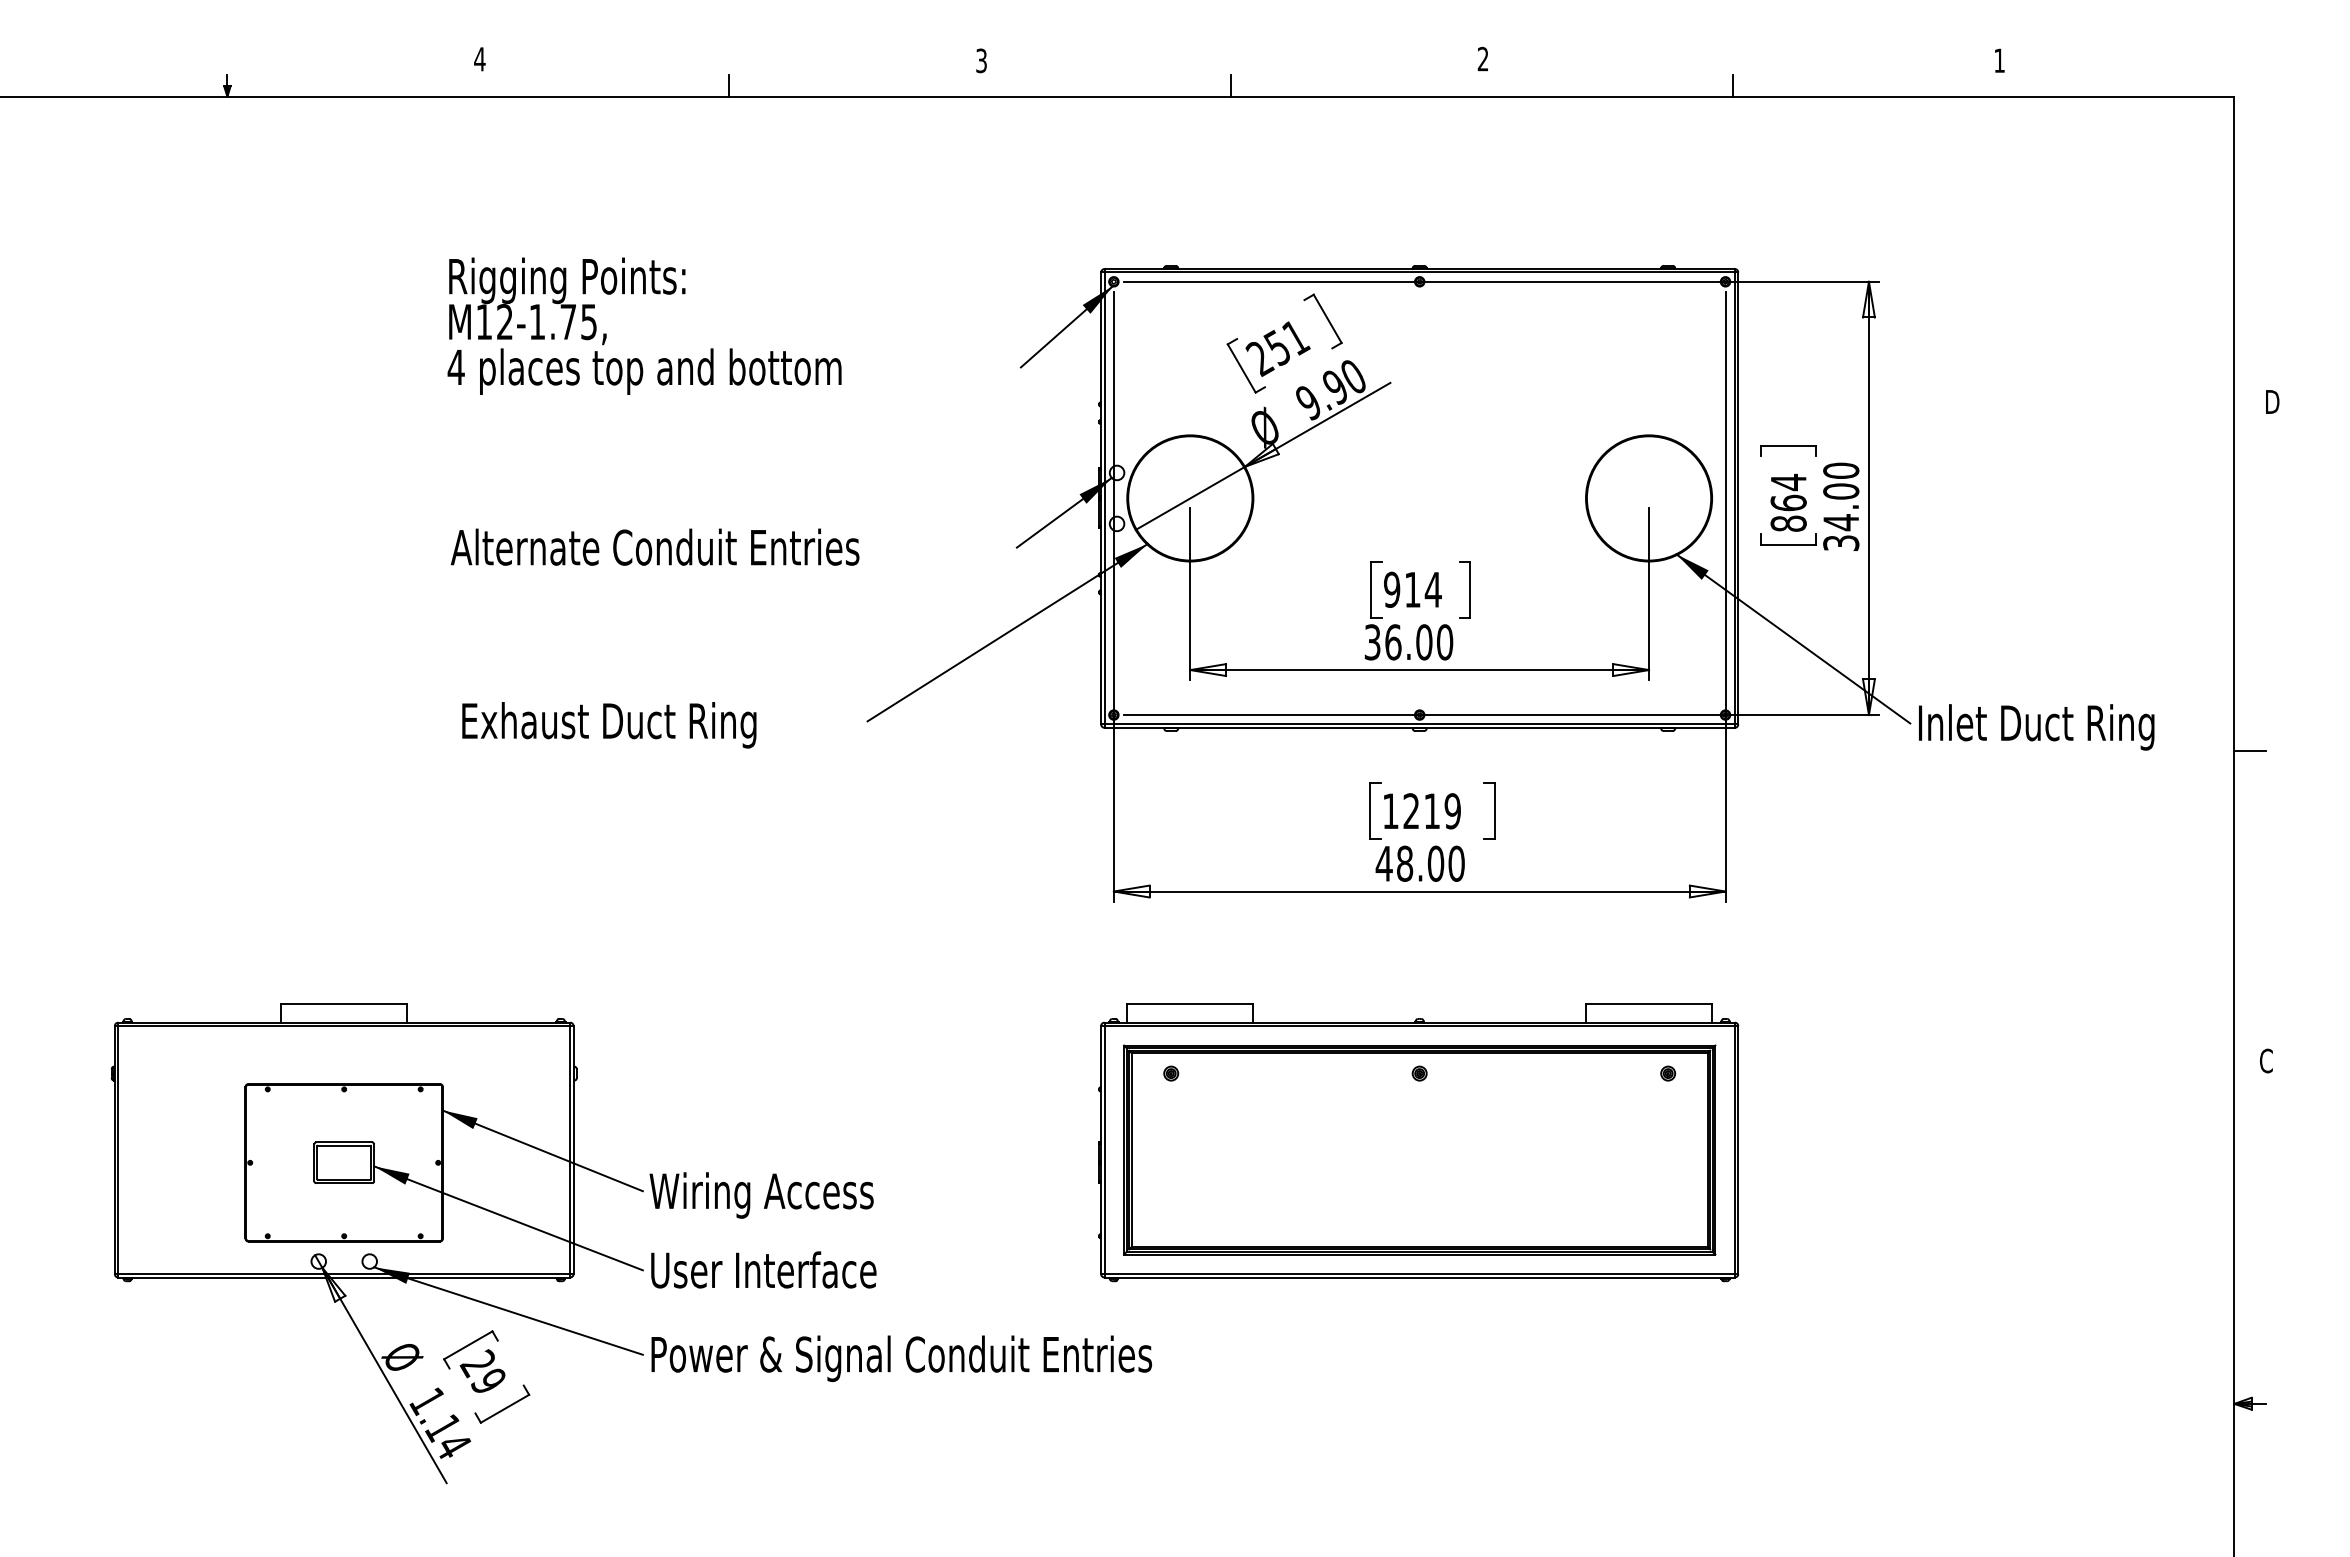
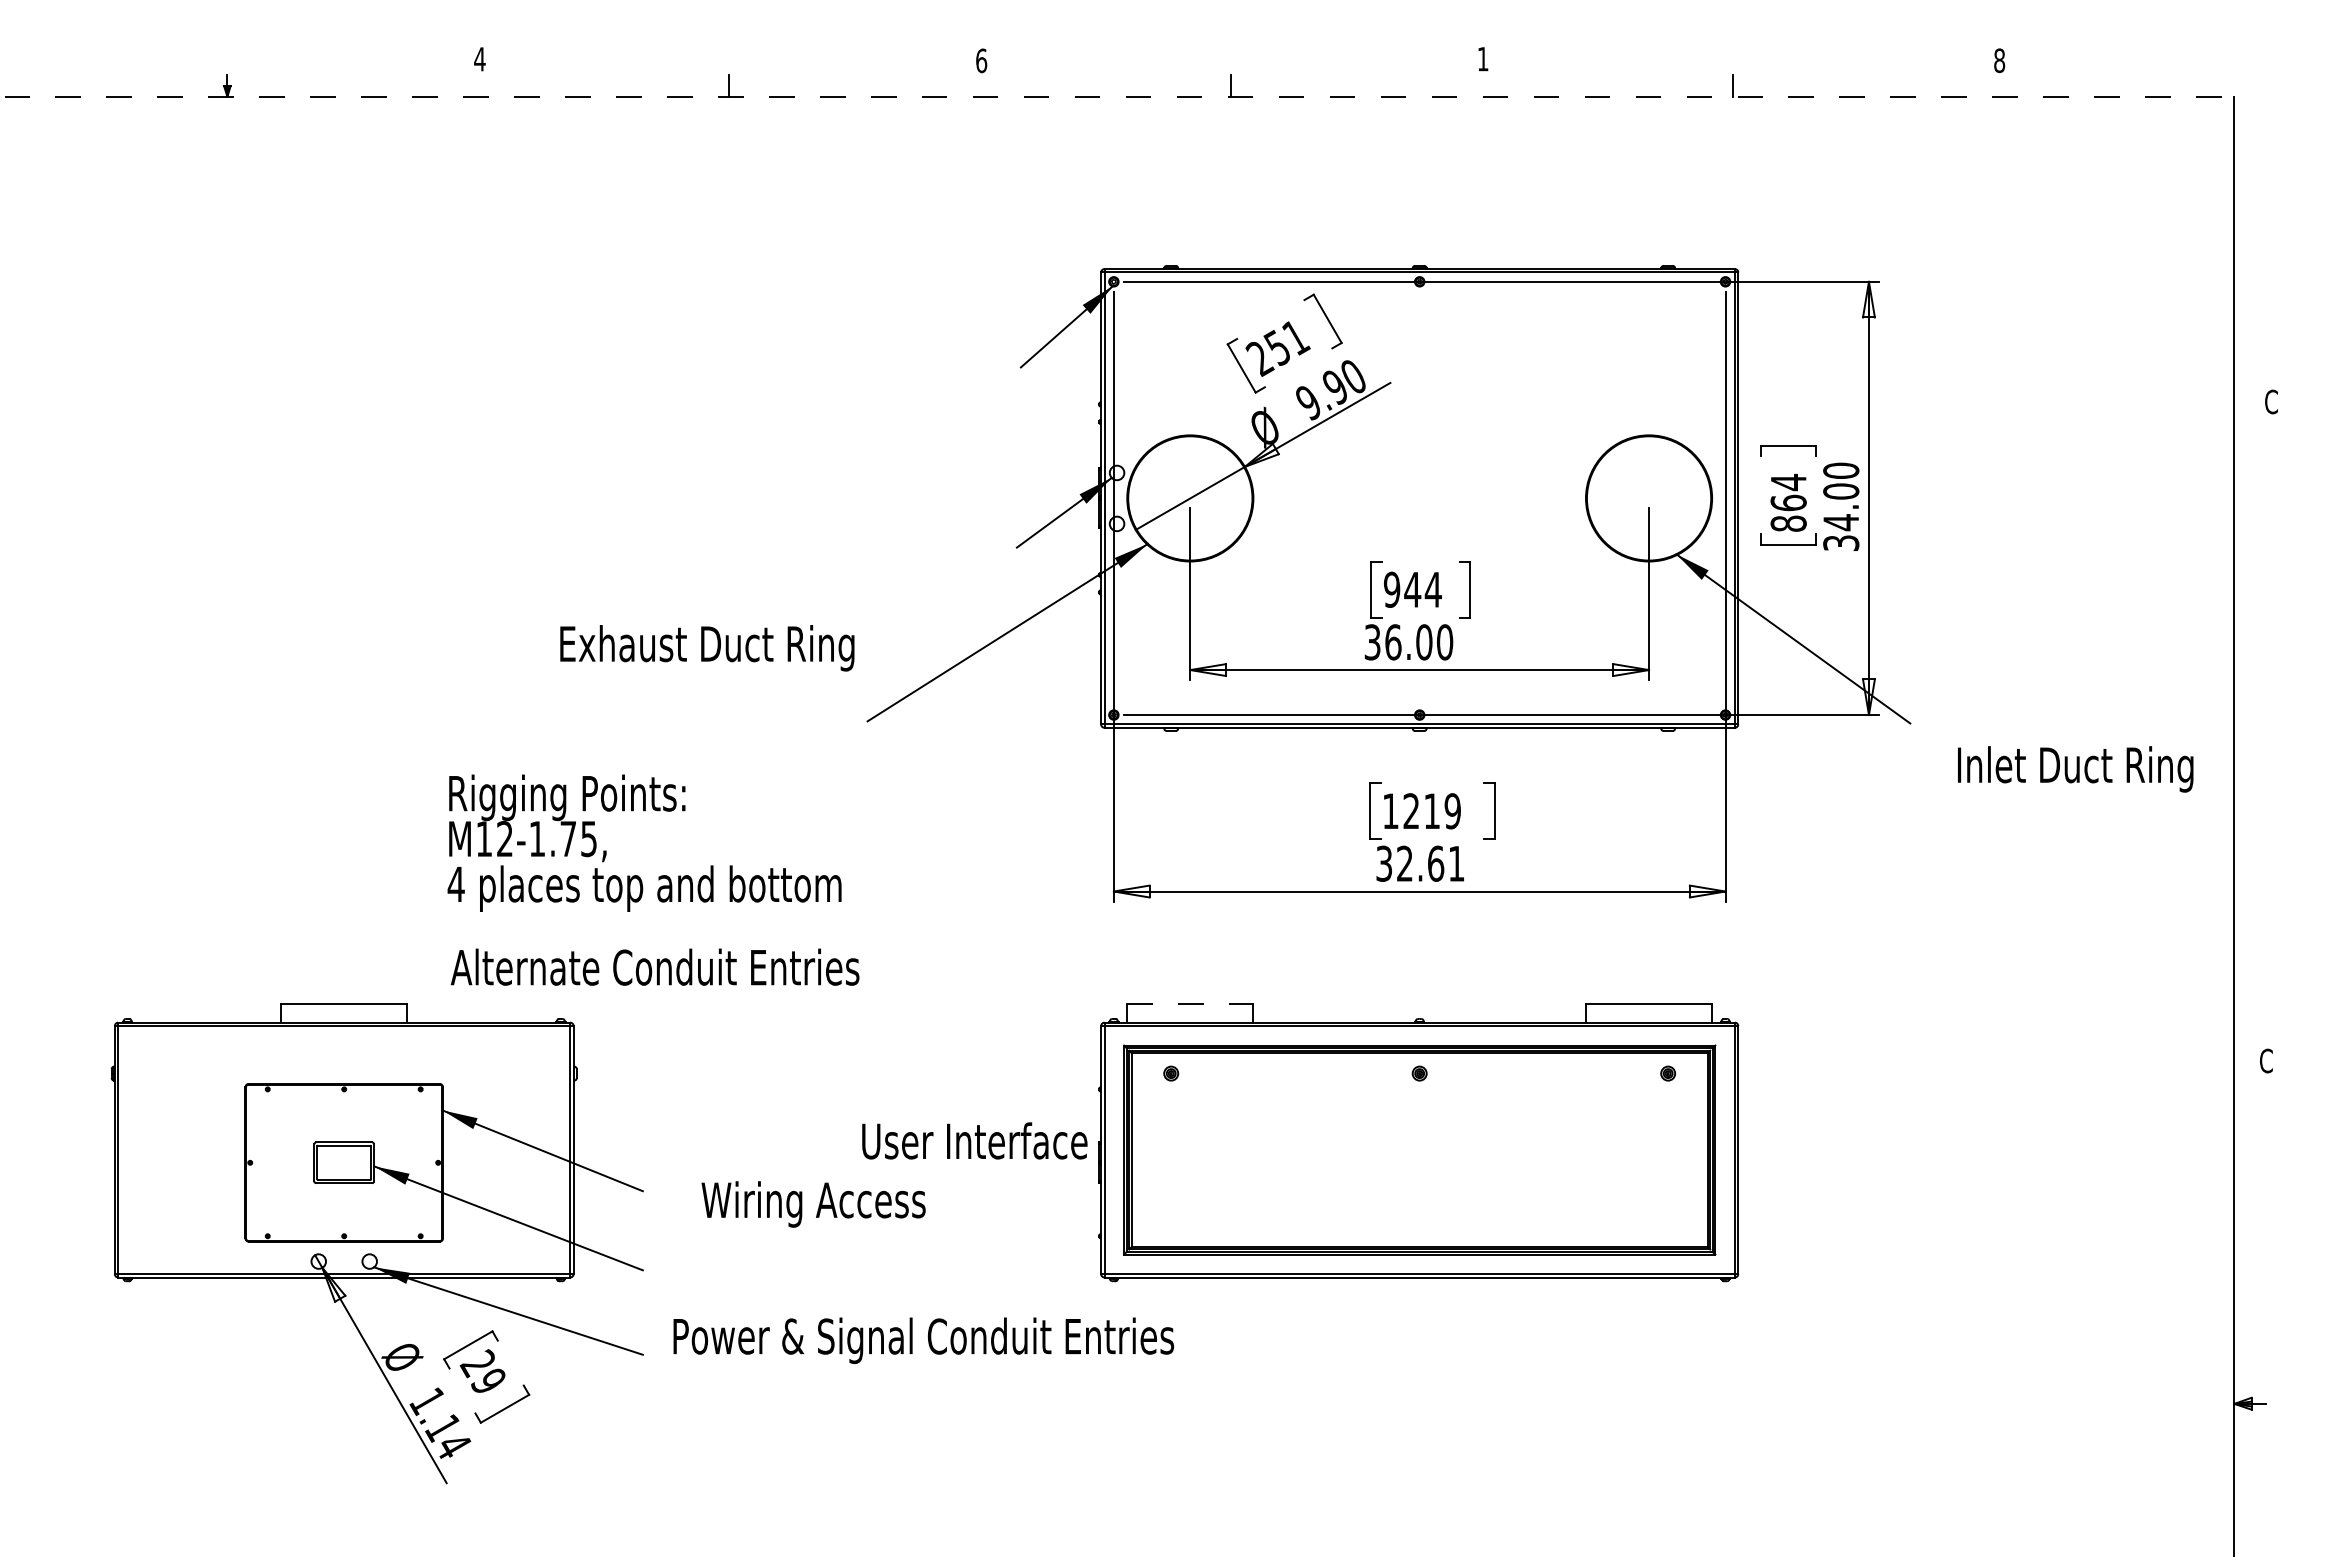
text at (1482, 58): 2 -> 1
text at (981, 60): 3 -> 6
text at (1999, 60): 1 -> 8
line at (1117, 96): solid -> dashed
text at (644, 325) position: (644, 325) -> (644, 842)
text at (2272, 401): D -> C
text at (654, 546) position: (654, 546) -> (654, 966)
text at (1412, 589): 914 -> 944
text at (609, 725) position: (609, 725) -> (707, 648)
text at (2036, 727) position: (2036, 727) -> (2075, 769)
line at (2250, 750): present -> none
text at (1419, 863): 48.00 -> 32.61
line at (1190, 1003): solid -> dashed
text at (761, 1195) position: (761, 1195) -> (813, 1204)
text at (763, 1269) position: (763, 1269) -> (974, 1140)
text at (901, 1358) position: (901, 1358) -> (923, 1340)
